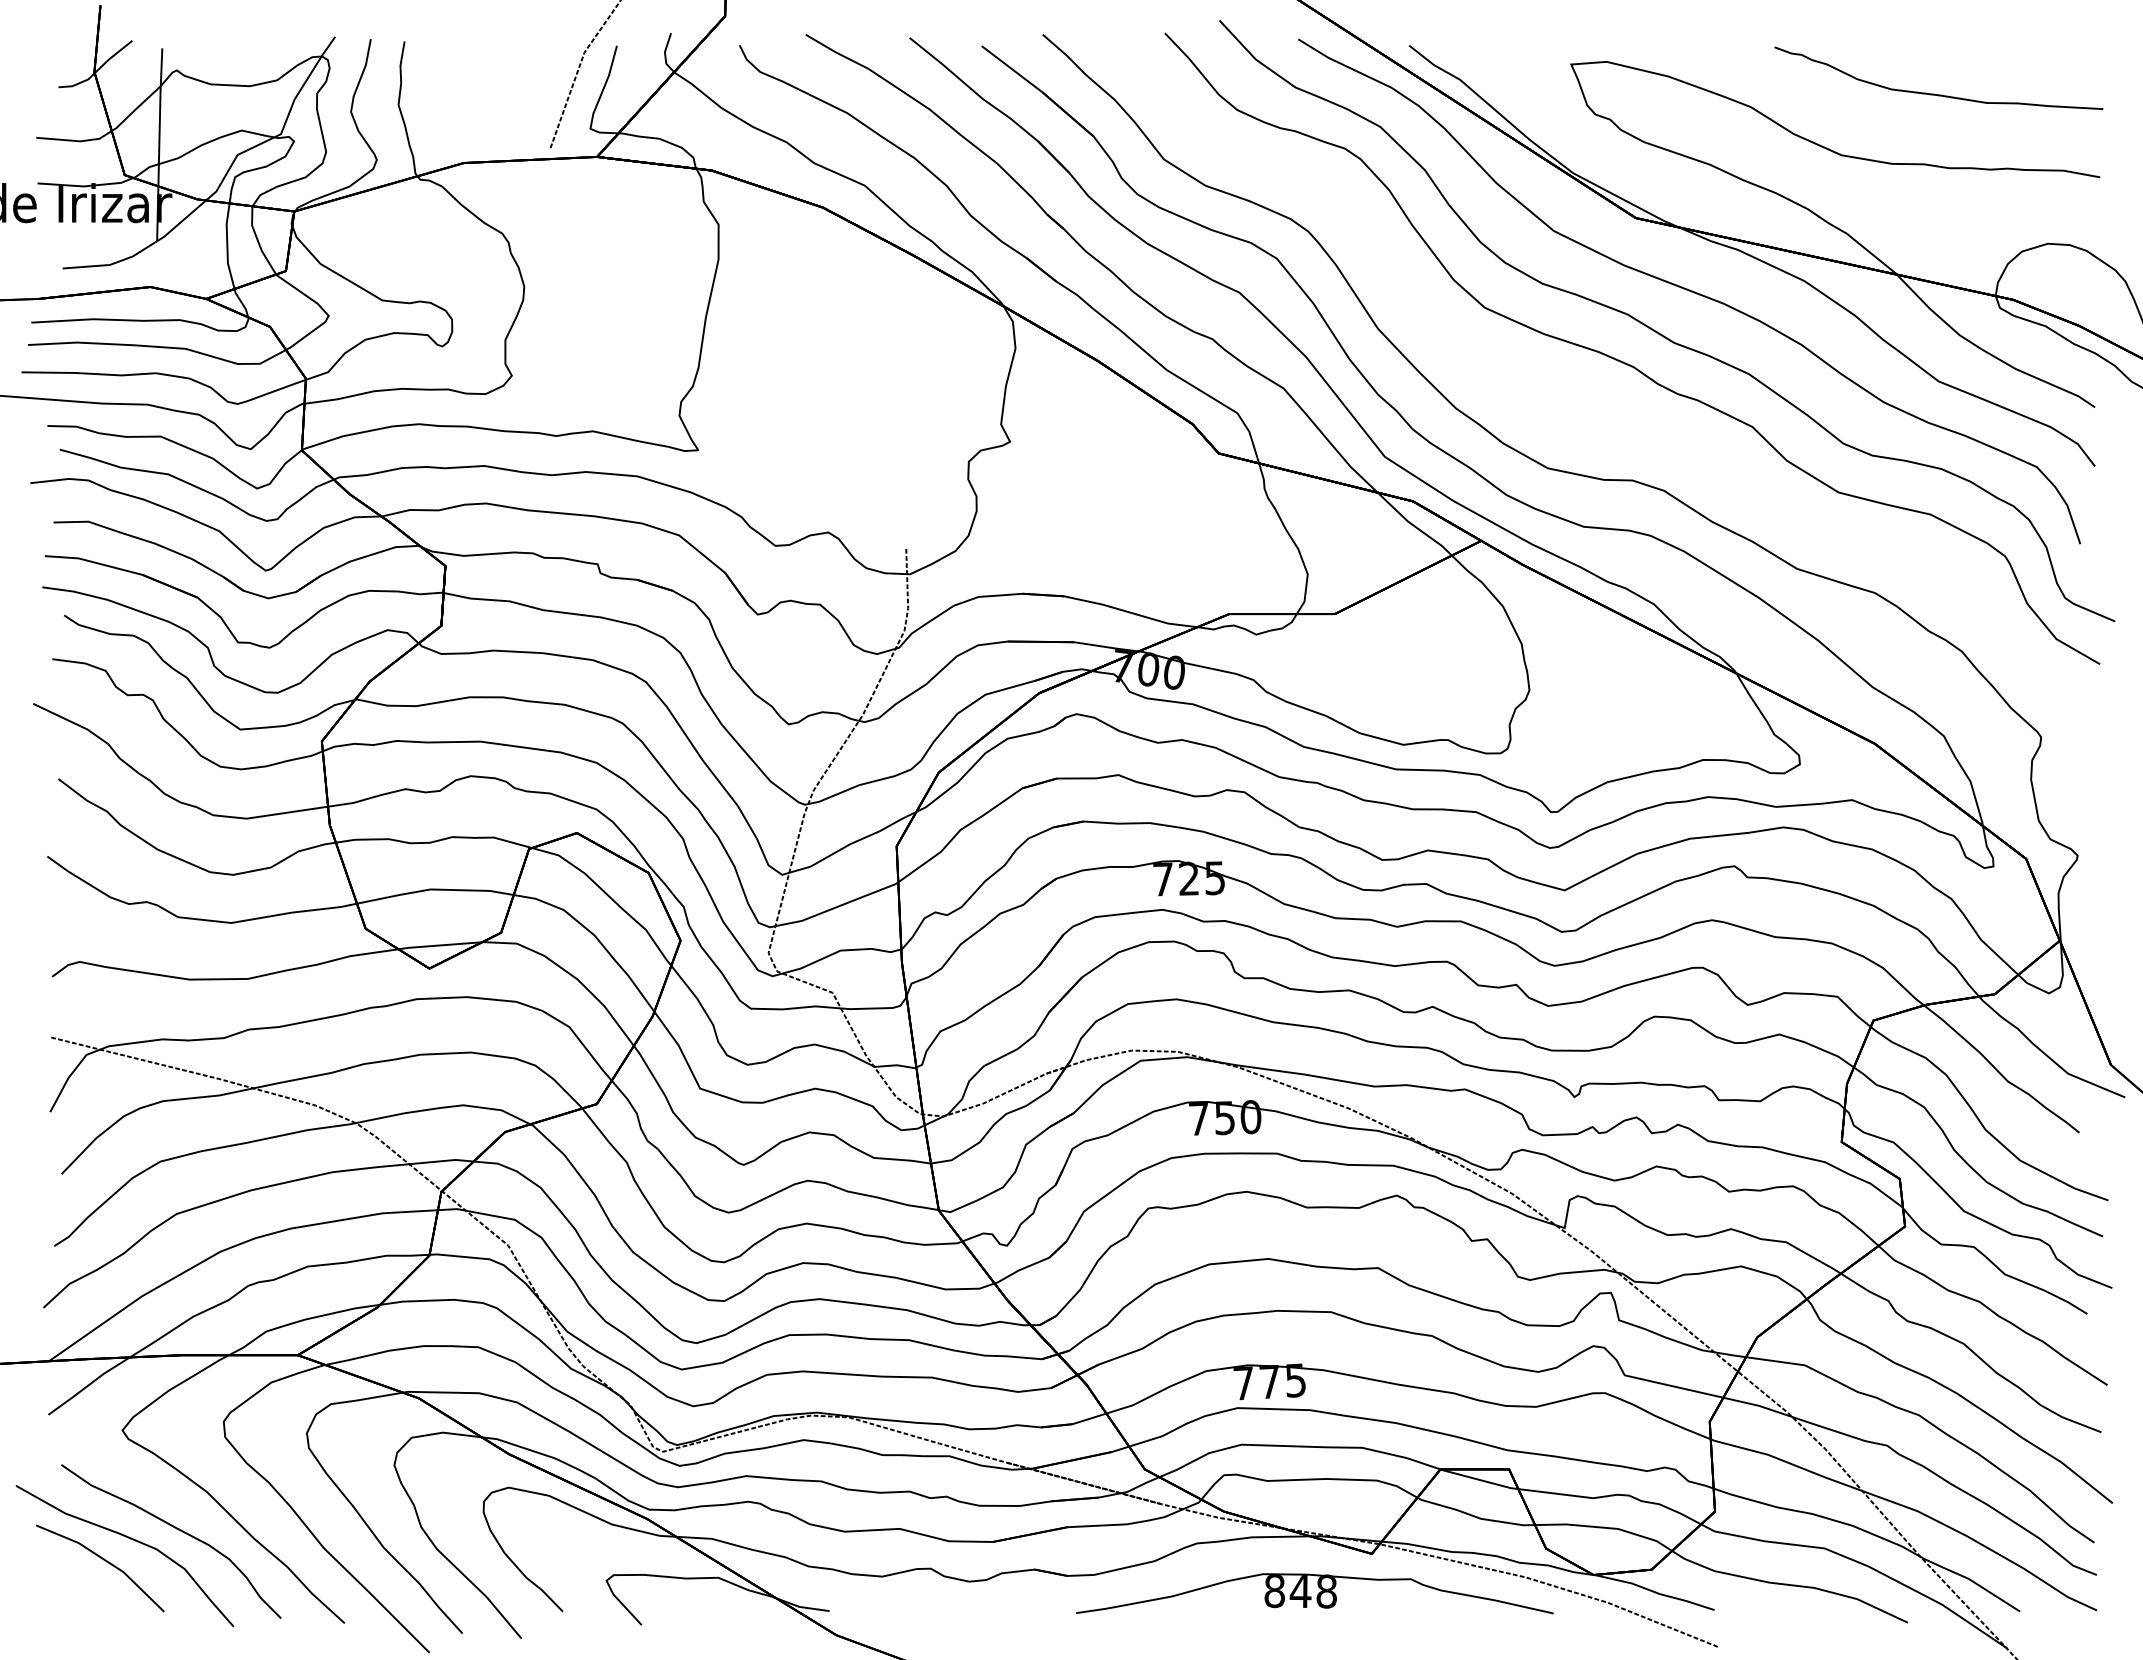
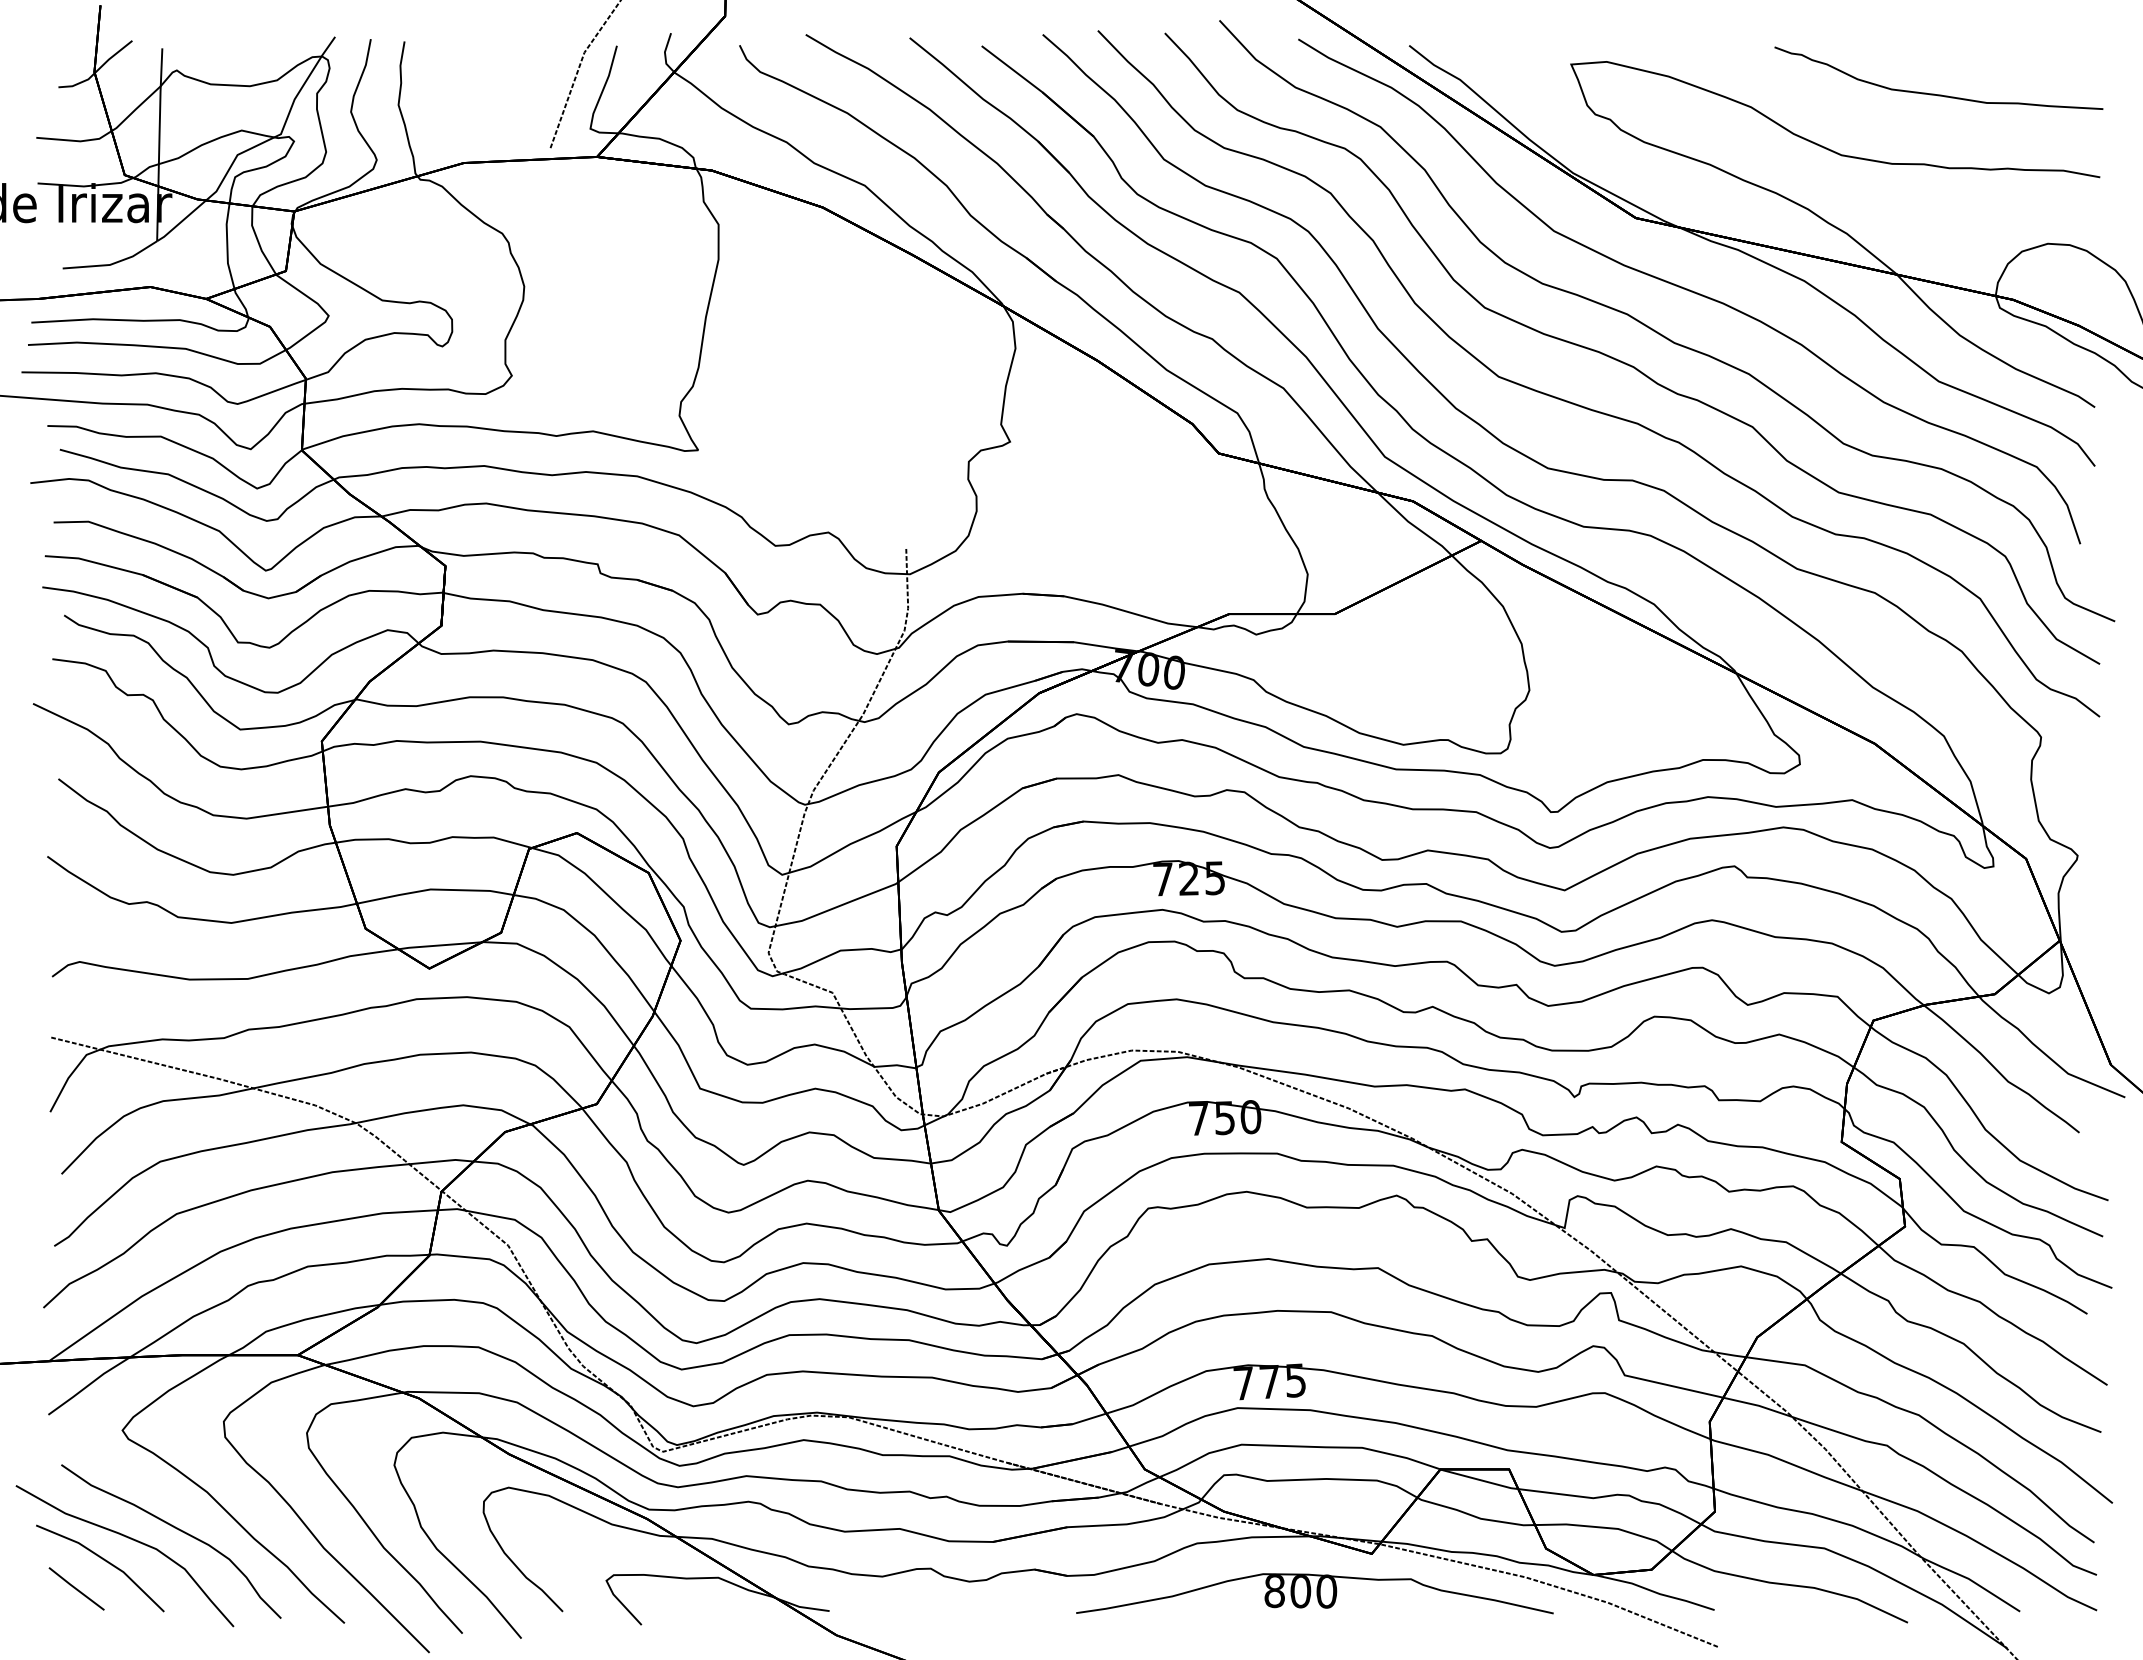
curve at (1585, 406): none -> present
line at (76, 1588): none -> present
text at (1313, 1591): 848 -> 800
